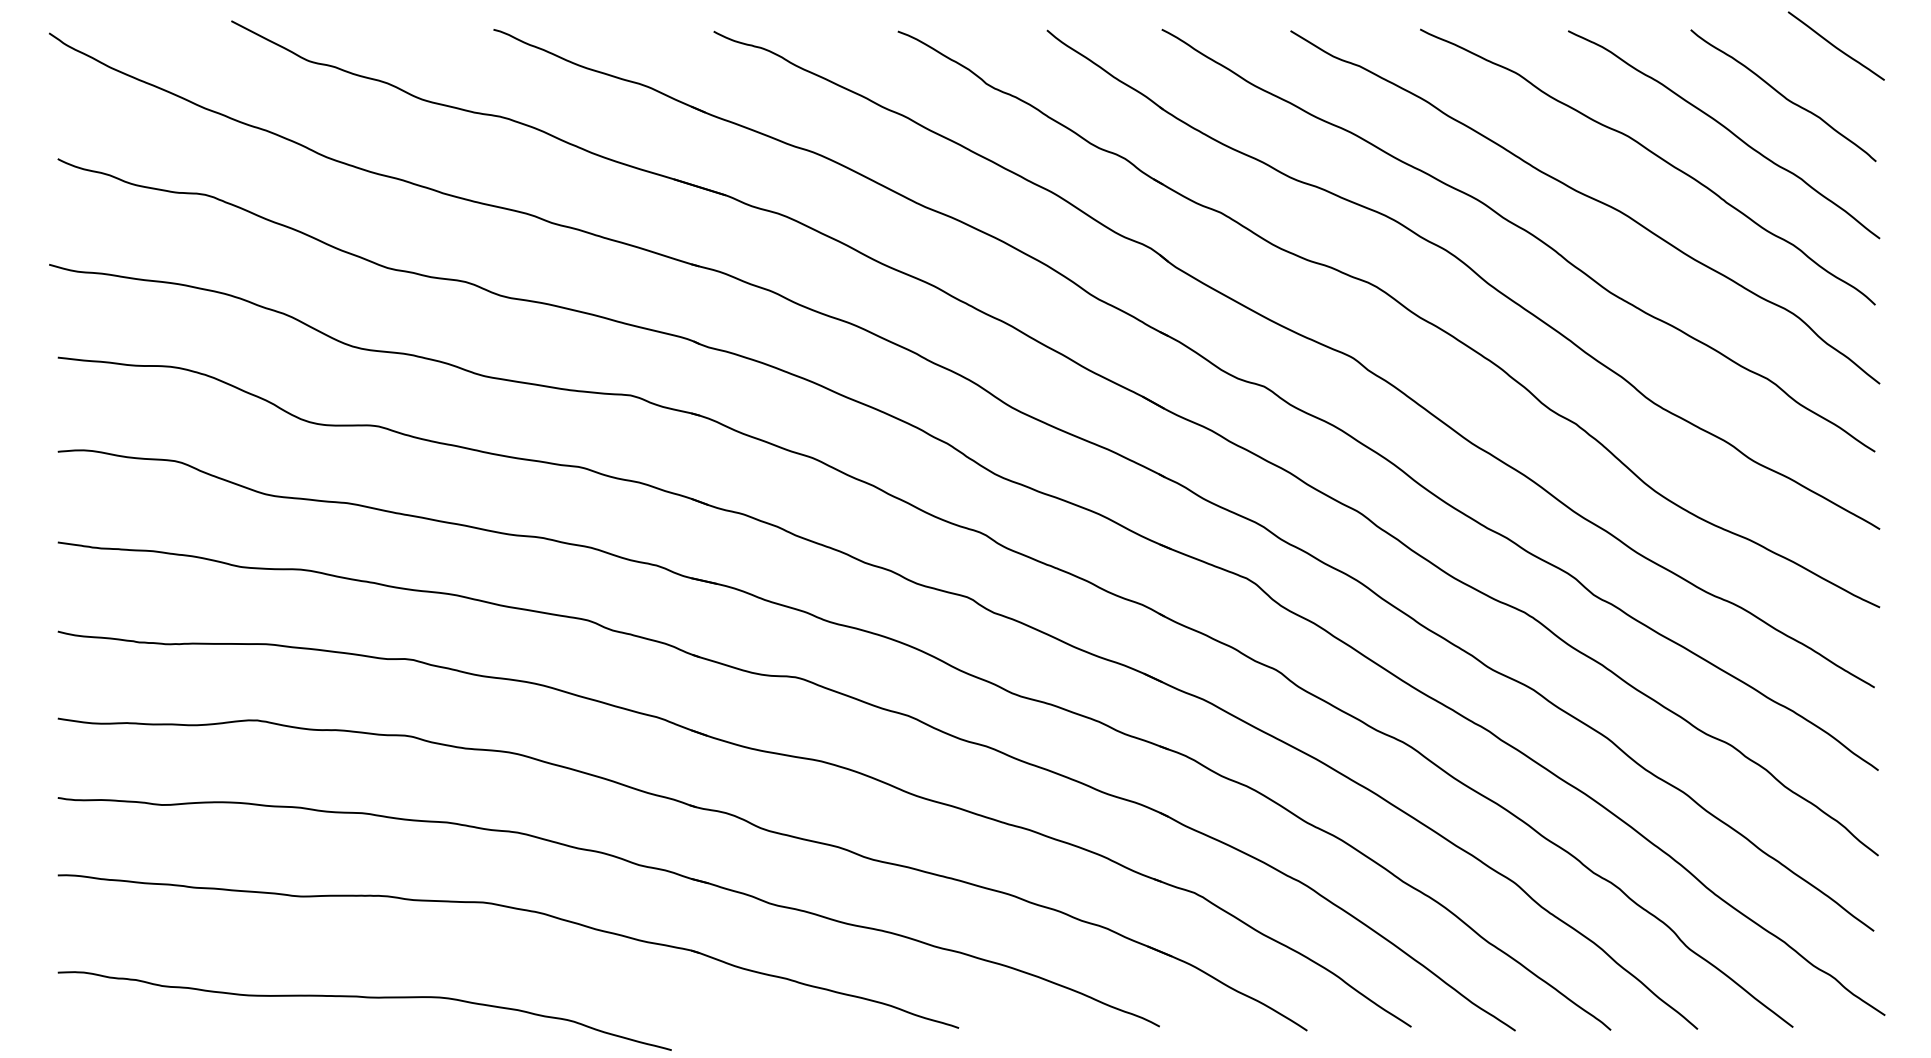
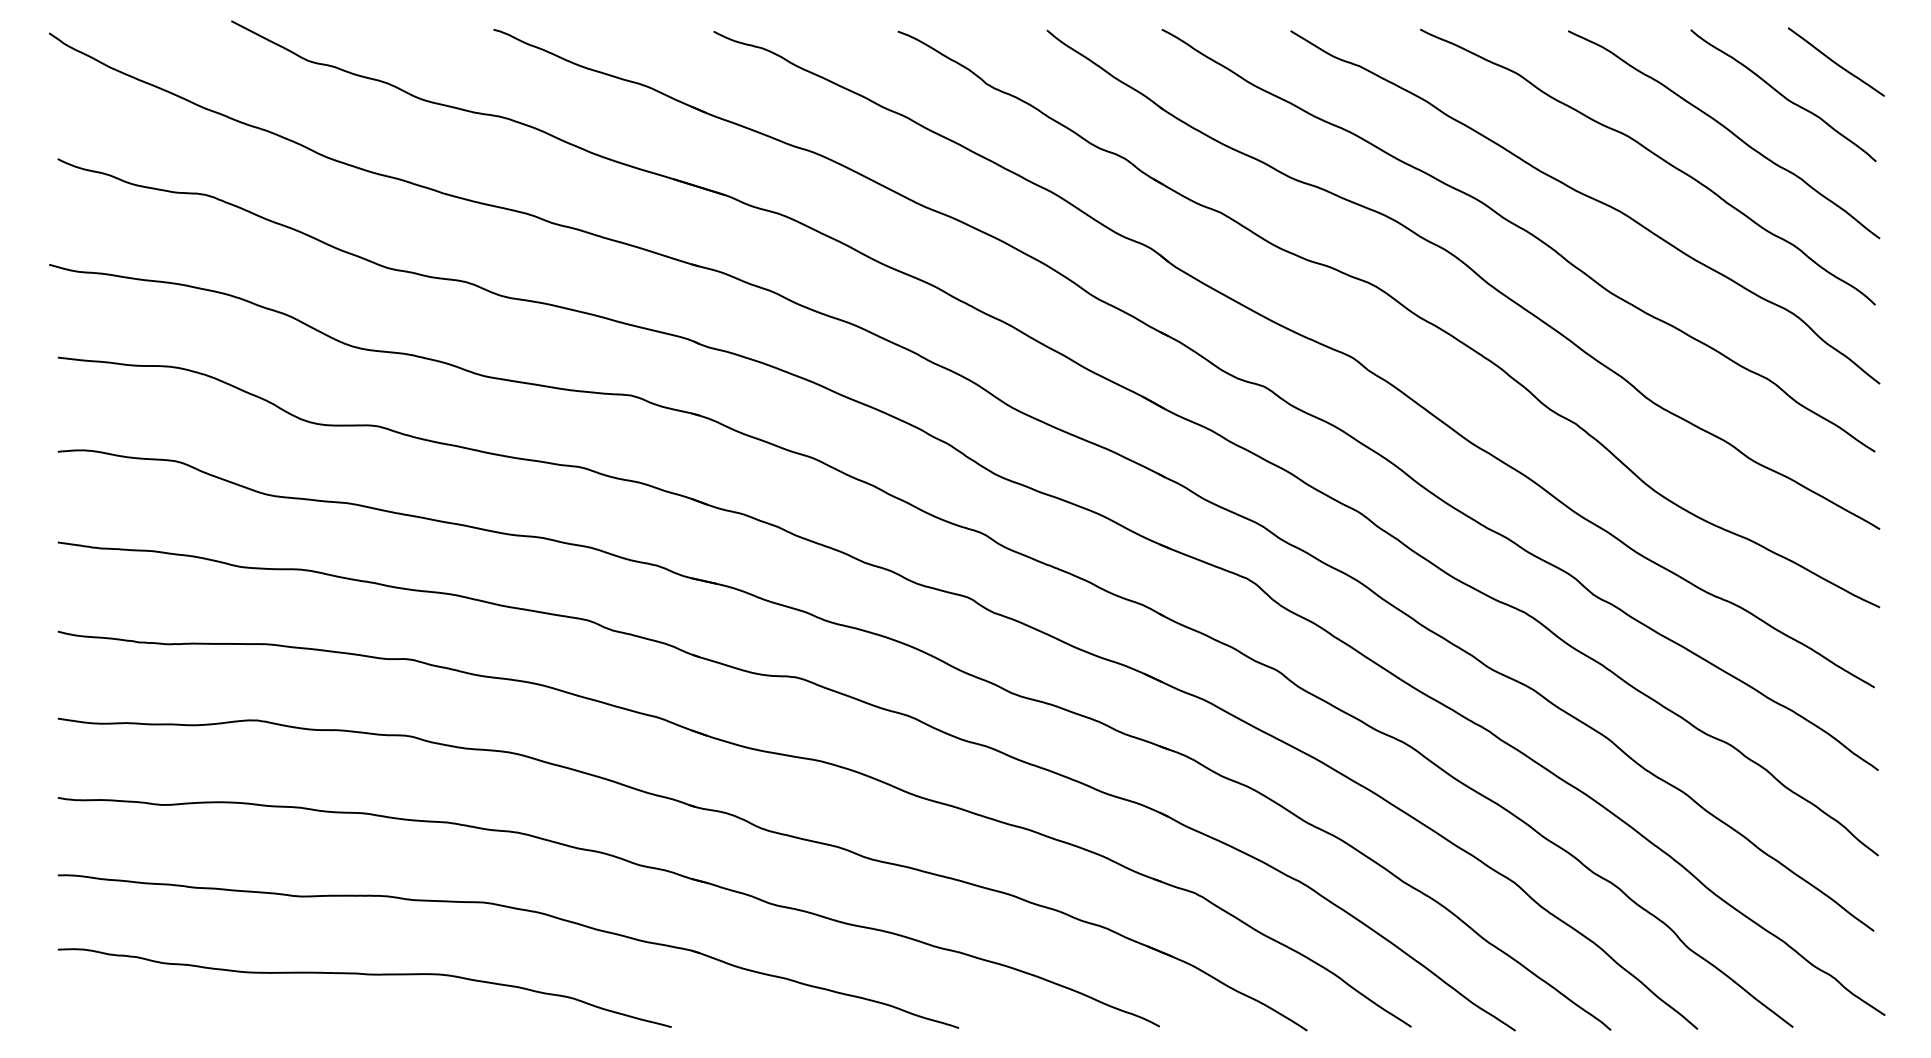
curve at (1835, 45) position: (1835, 45) -> (1835, 61)
curve at (364, 998) position: (364, 998) -> (364, 975)
